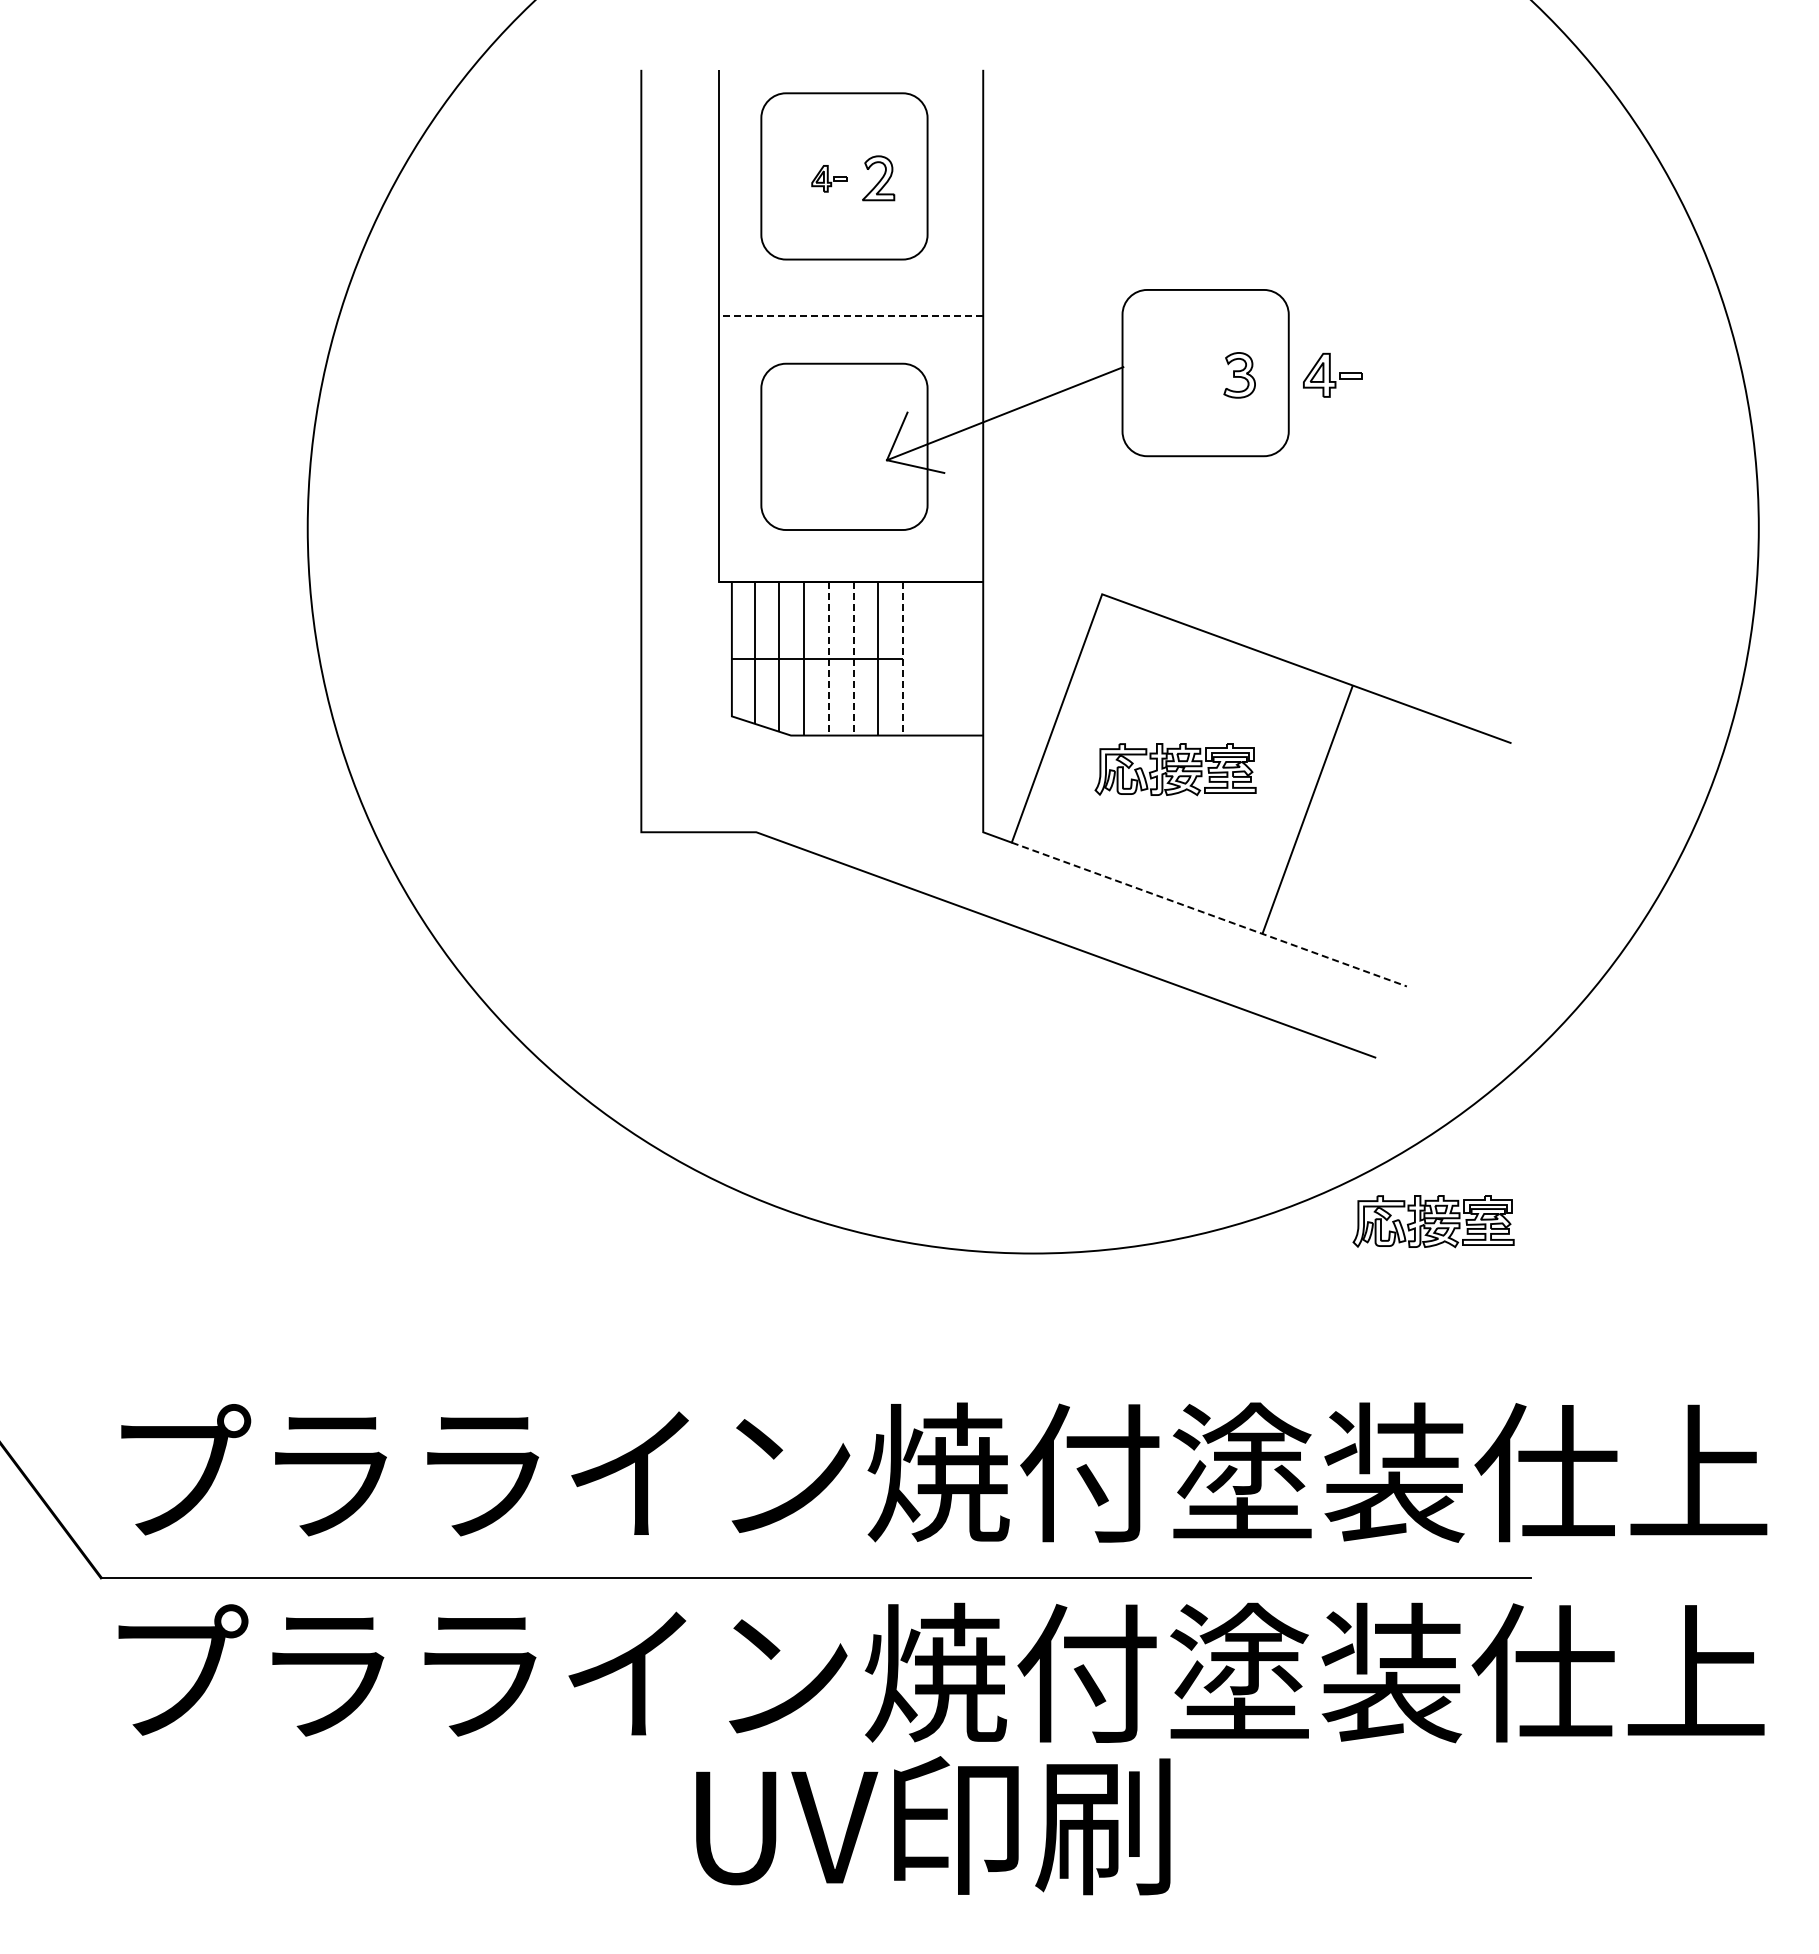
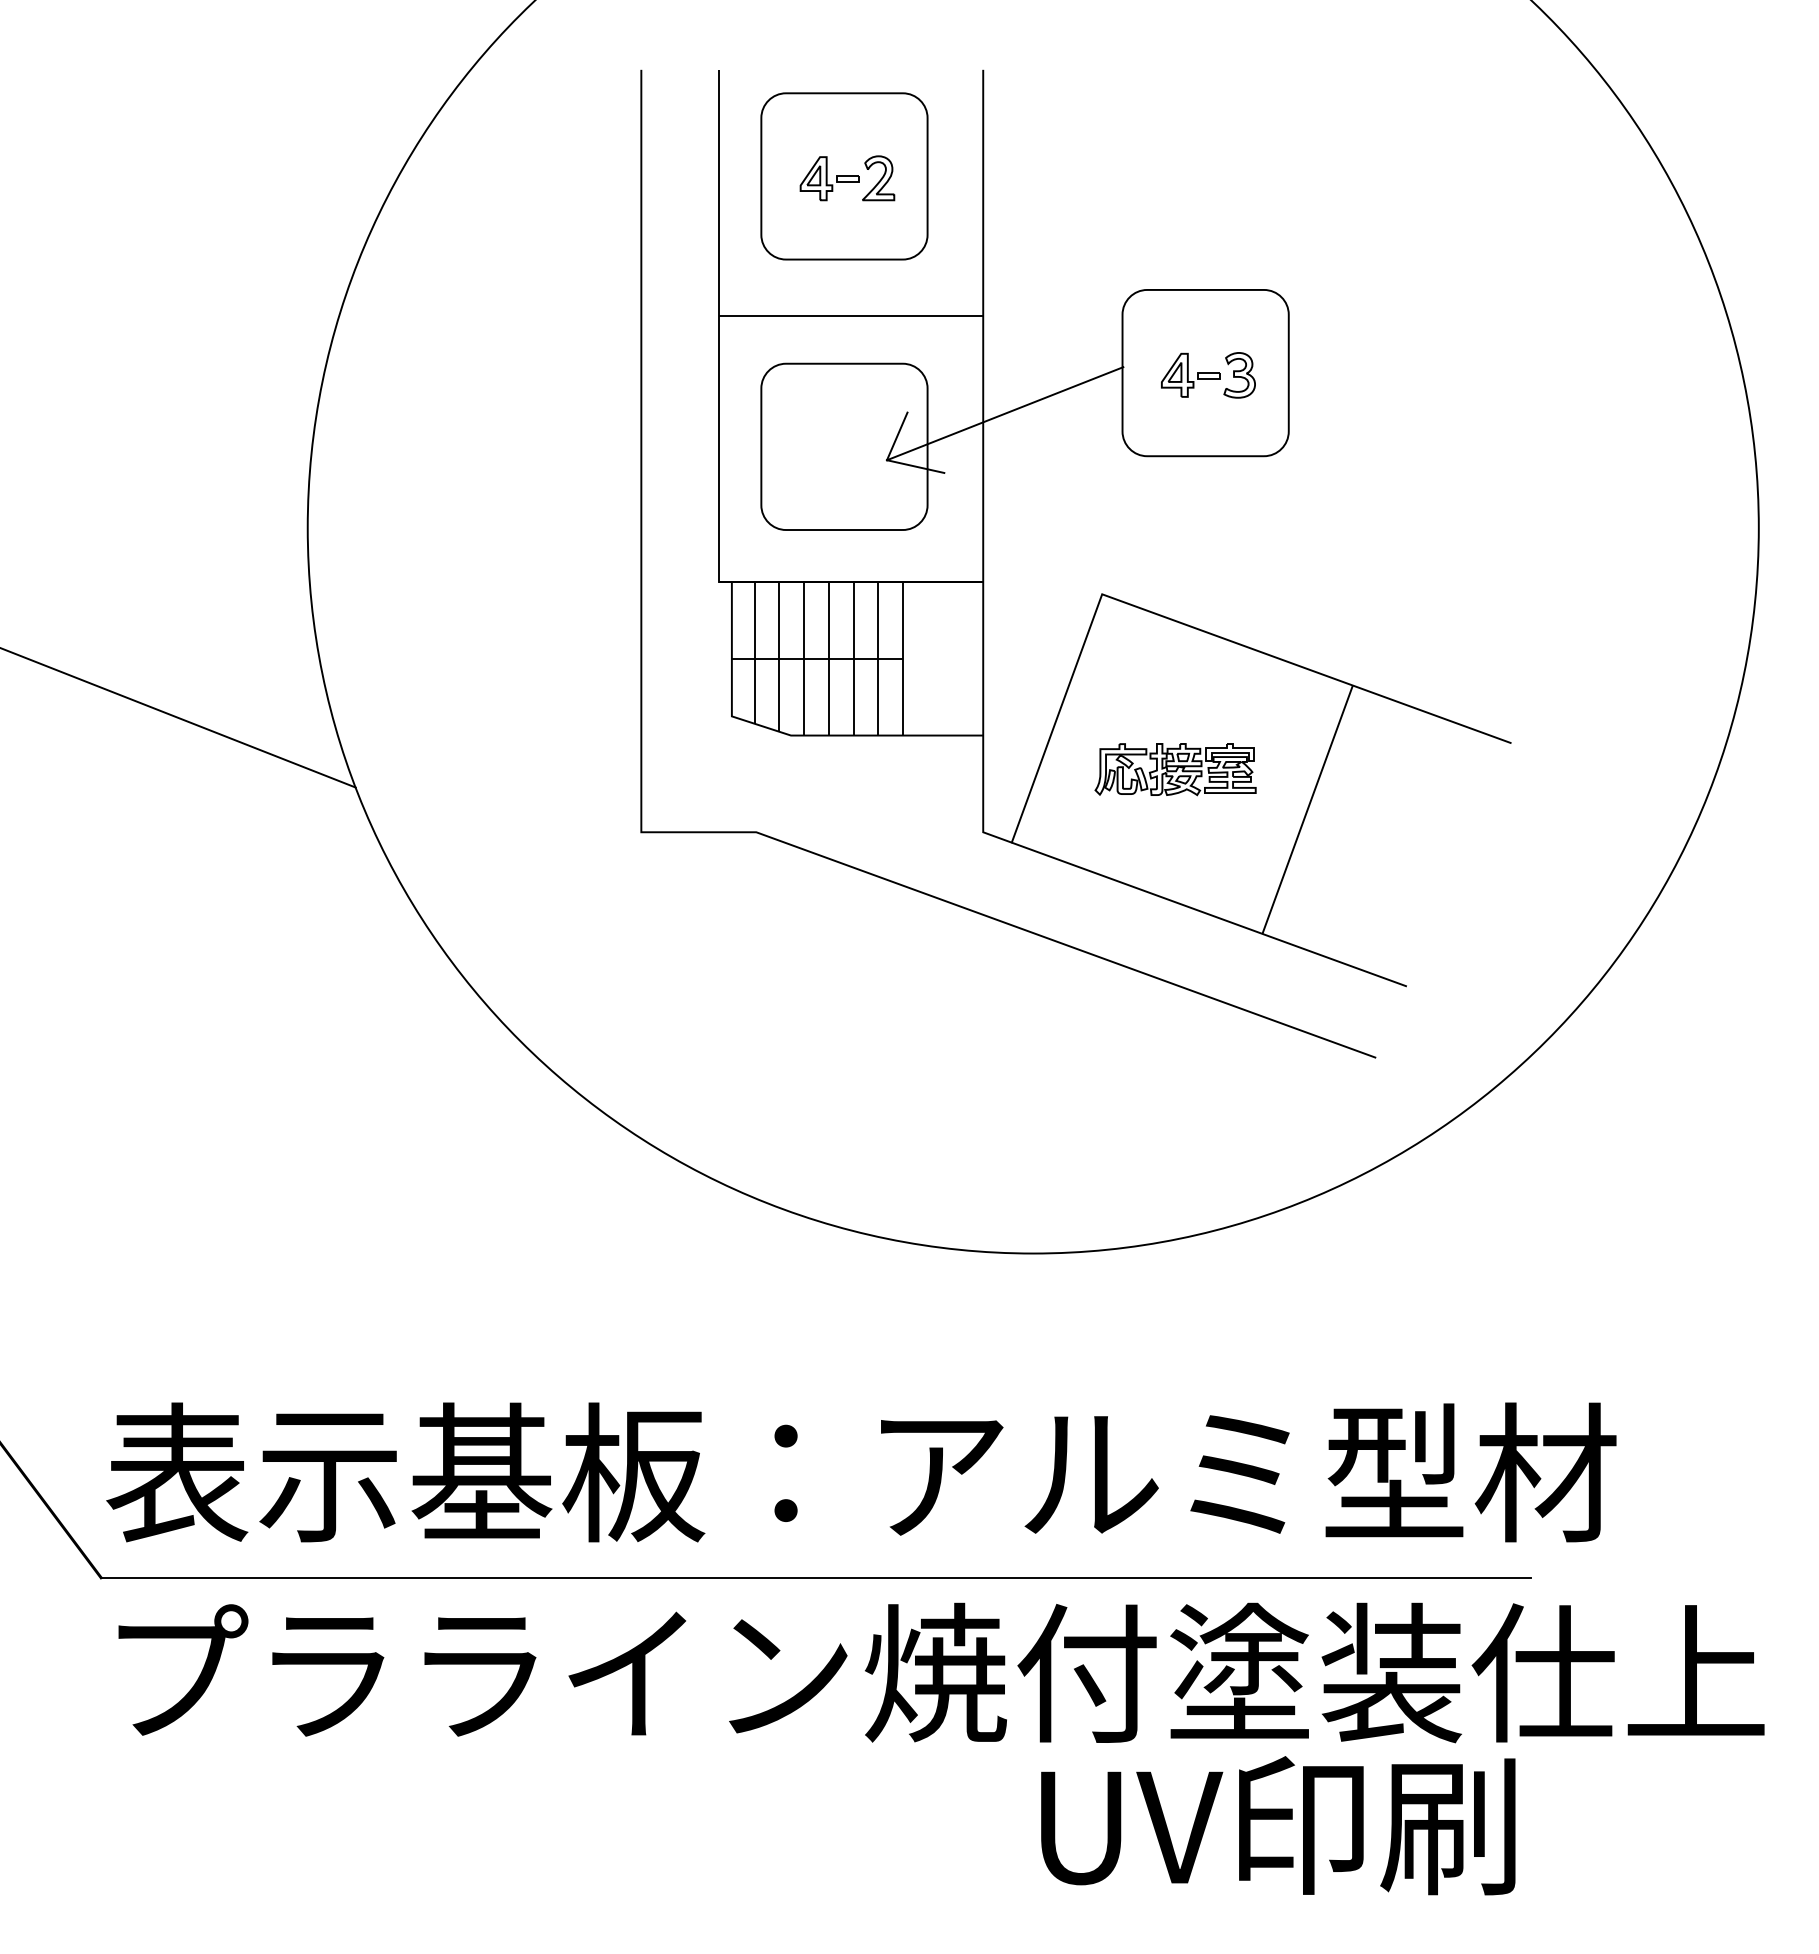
part at (829, 178) size: 37x28 px -> 61x46 px
line at (850, 315): dashed -> solid
part at (1332, 374) position: (1332, 374) -> (1190, 374)
line at (828, 659): dashed -> solid
line at (853, 659): dashed -> solid
line at (903, 659): dashed -> solid
line at (178, 717): none -> present
line at (1209, 914): dashed -> solid
part at (1433, 1221): present -> none
text at (936, 1472): プラライン焼付塗装仕上 -> 表示基板：アルミ型材
text at (933, 1825) position: (933, 1825) -> (1278, 1825)
